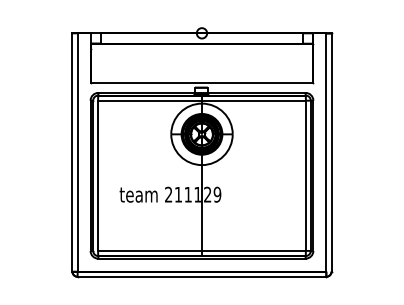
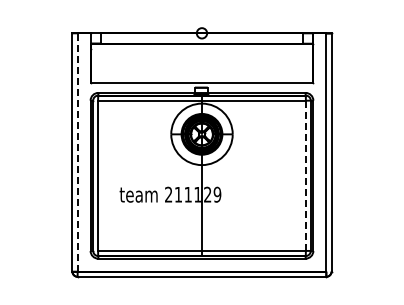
line at (77, 152): solid -> dashed
line at (305, 176): solid -> dashed
